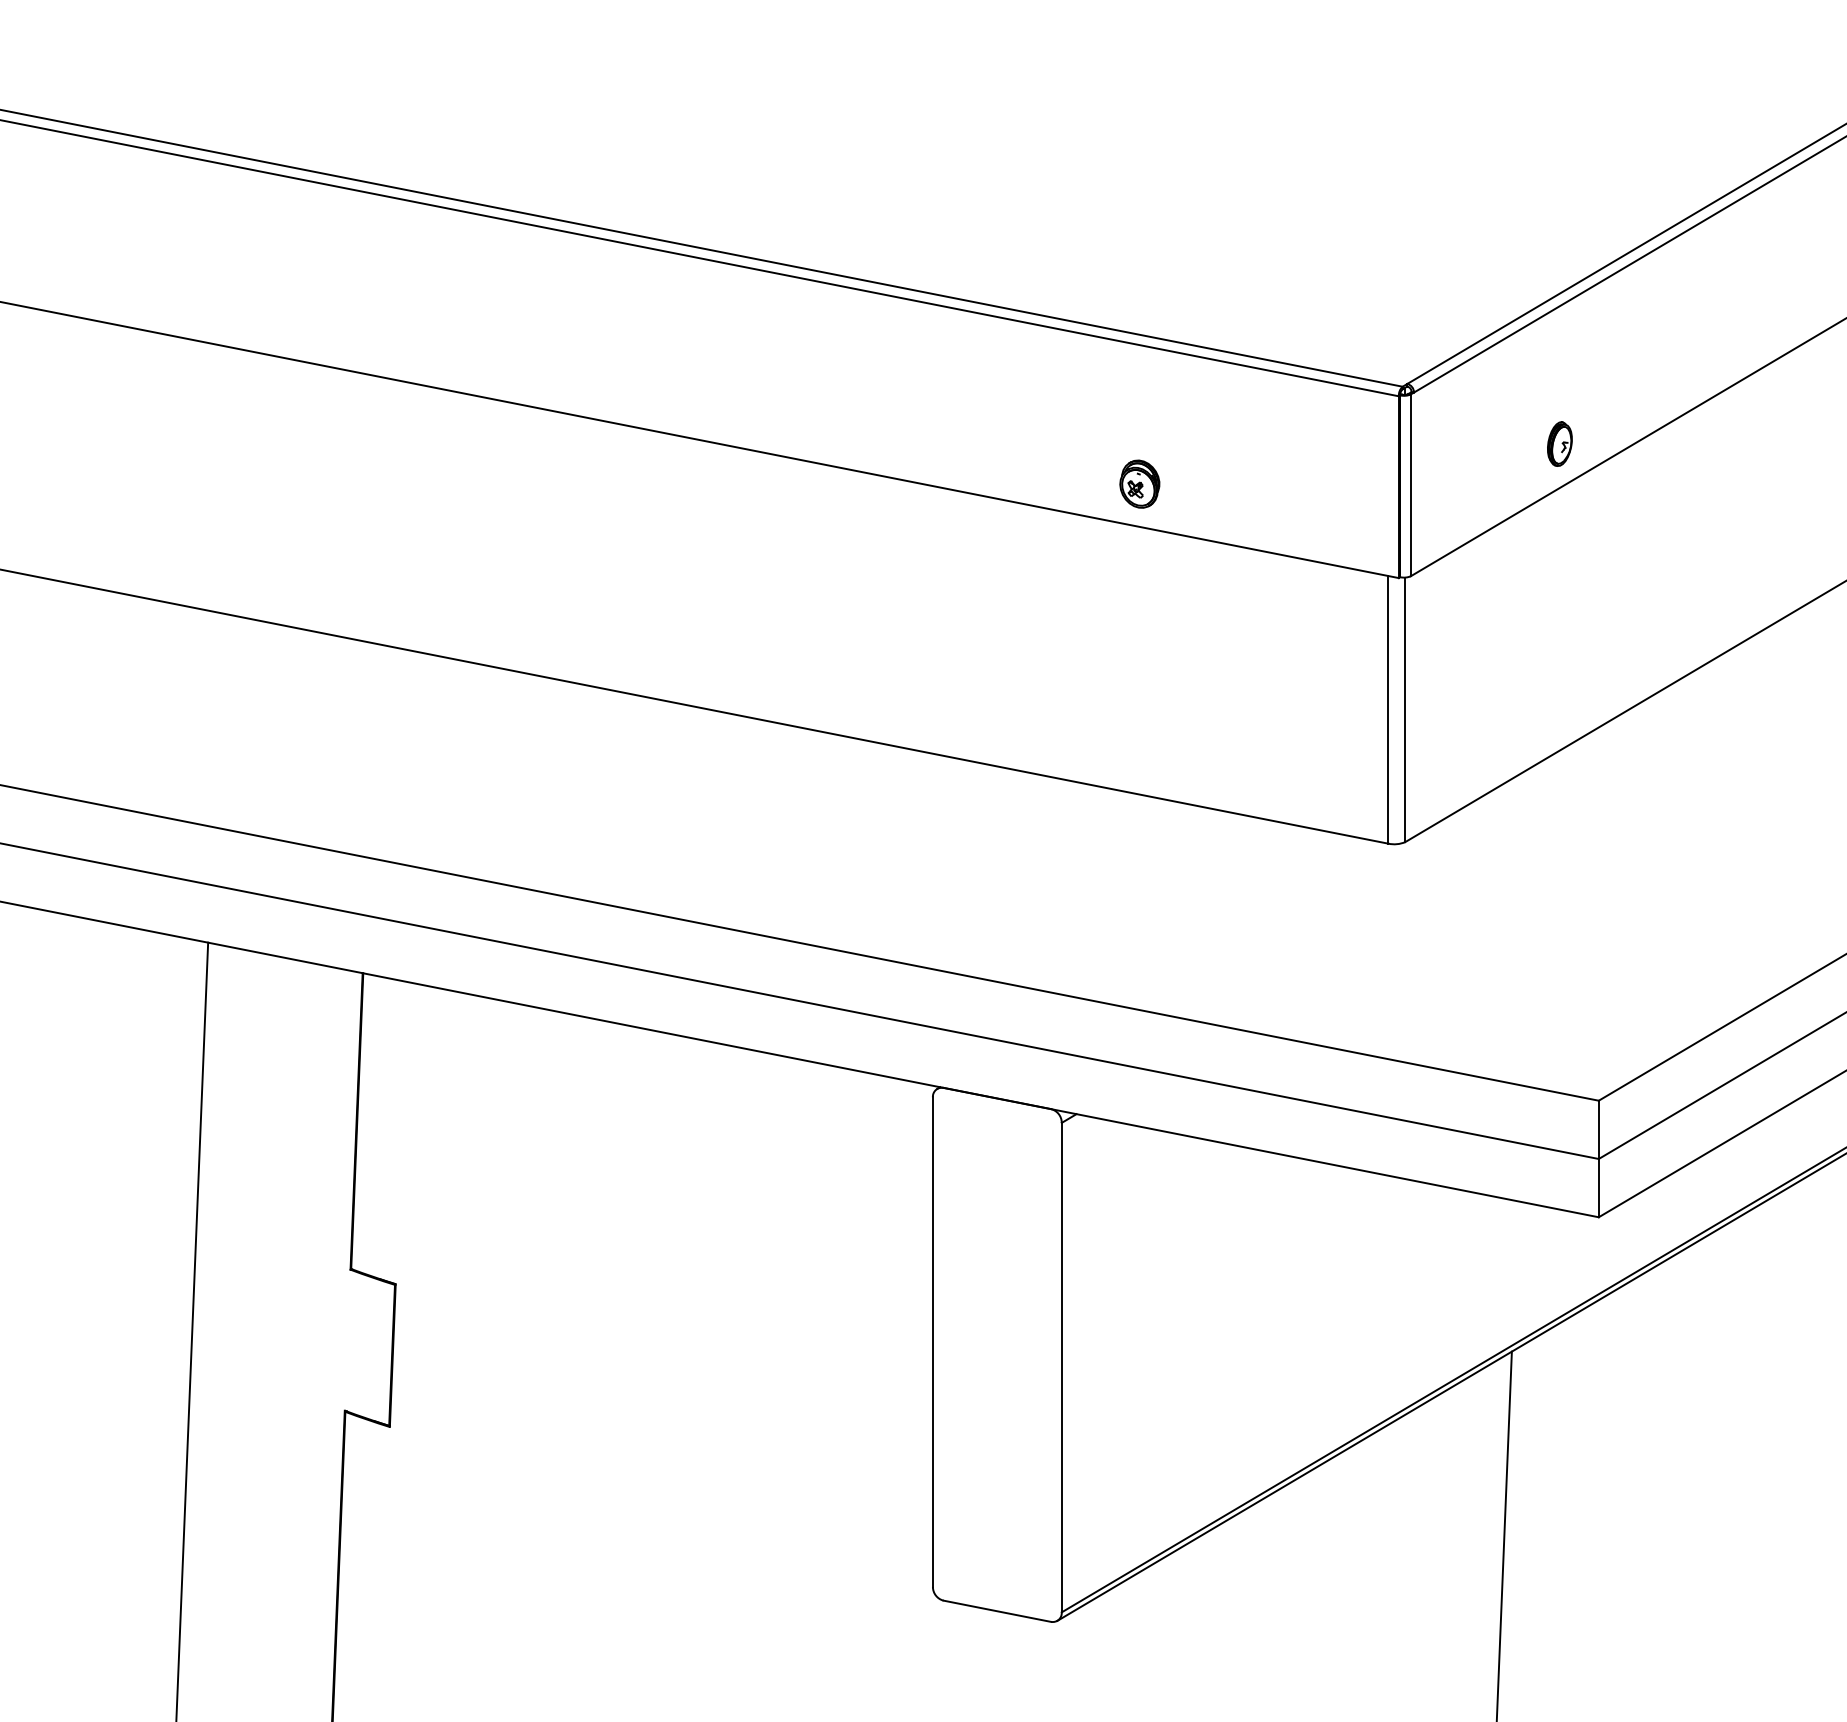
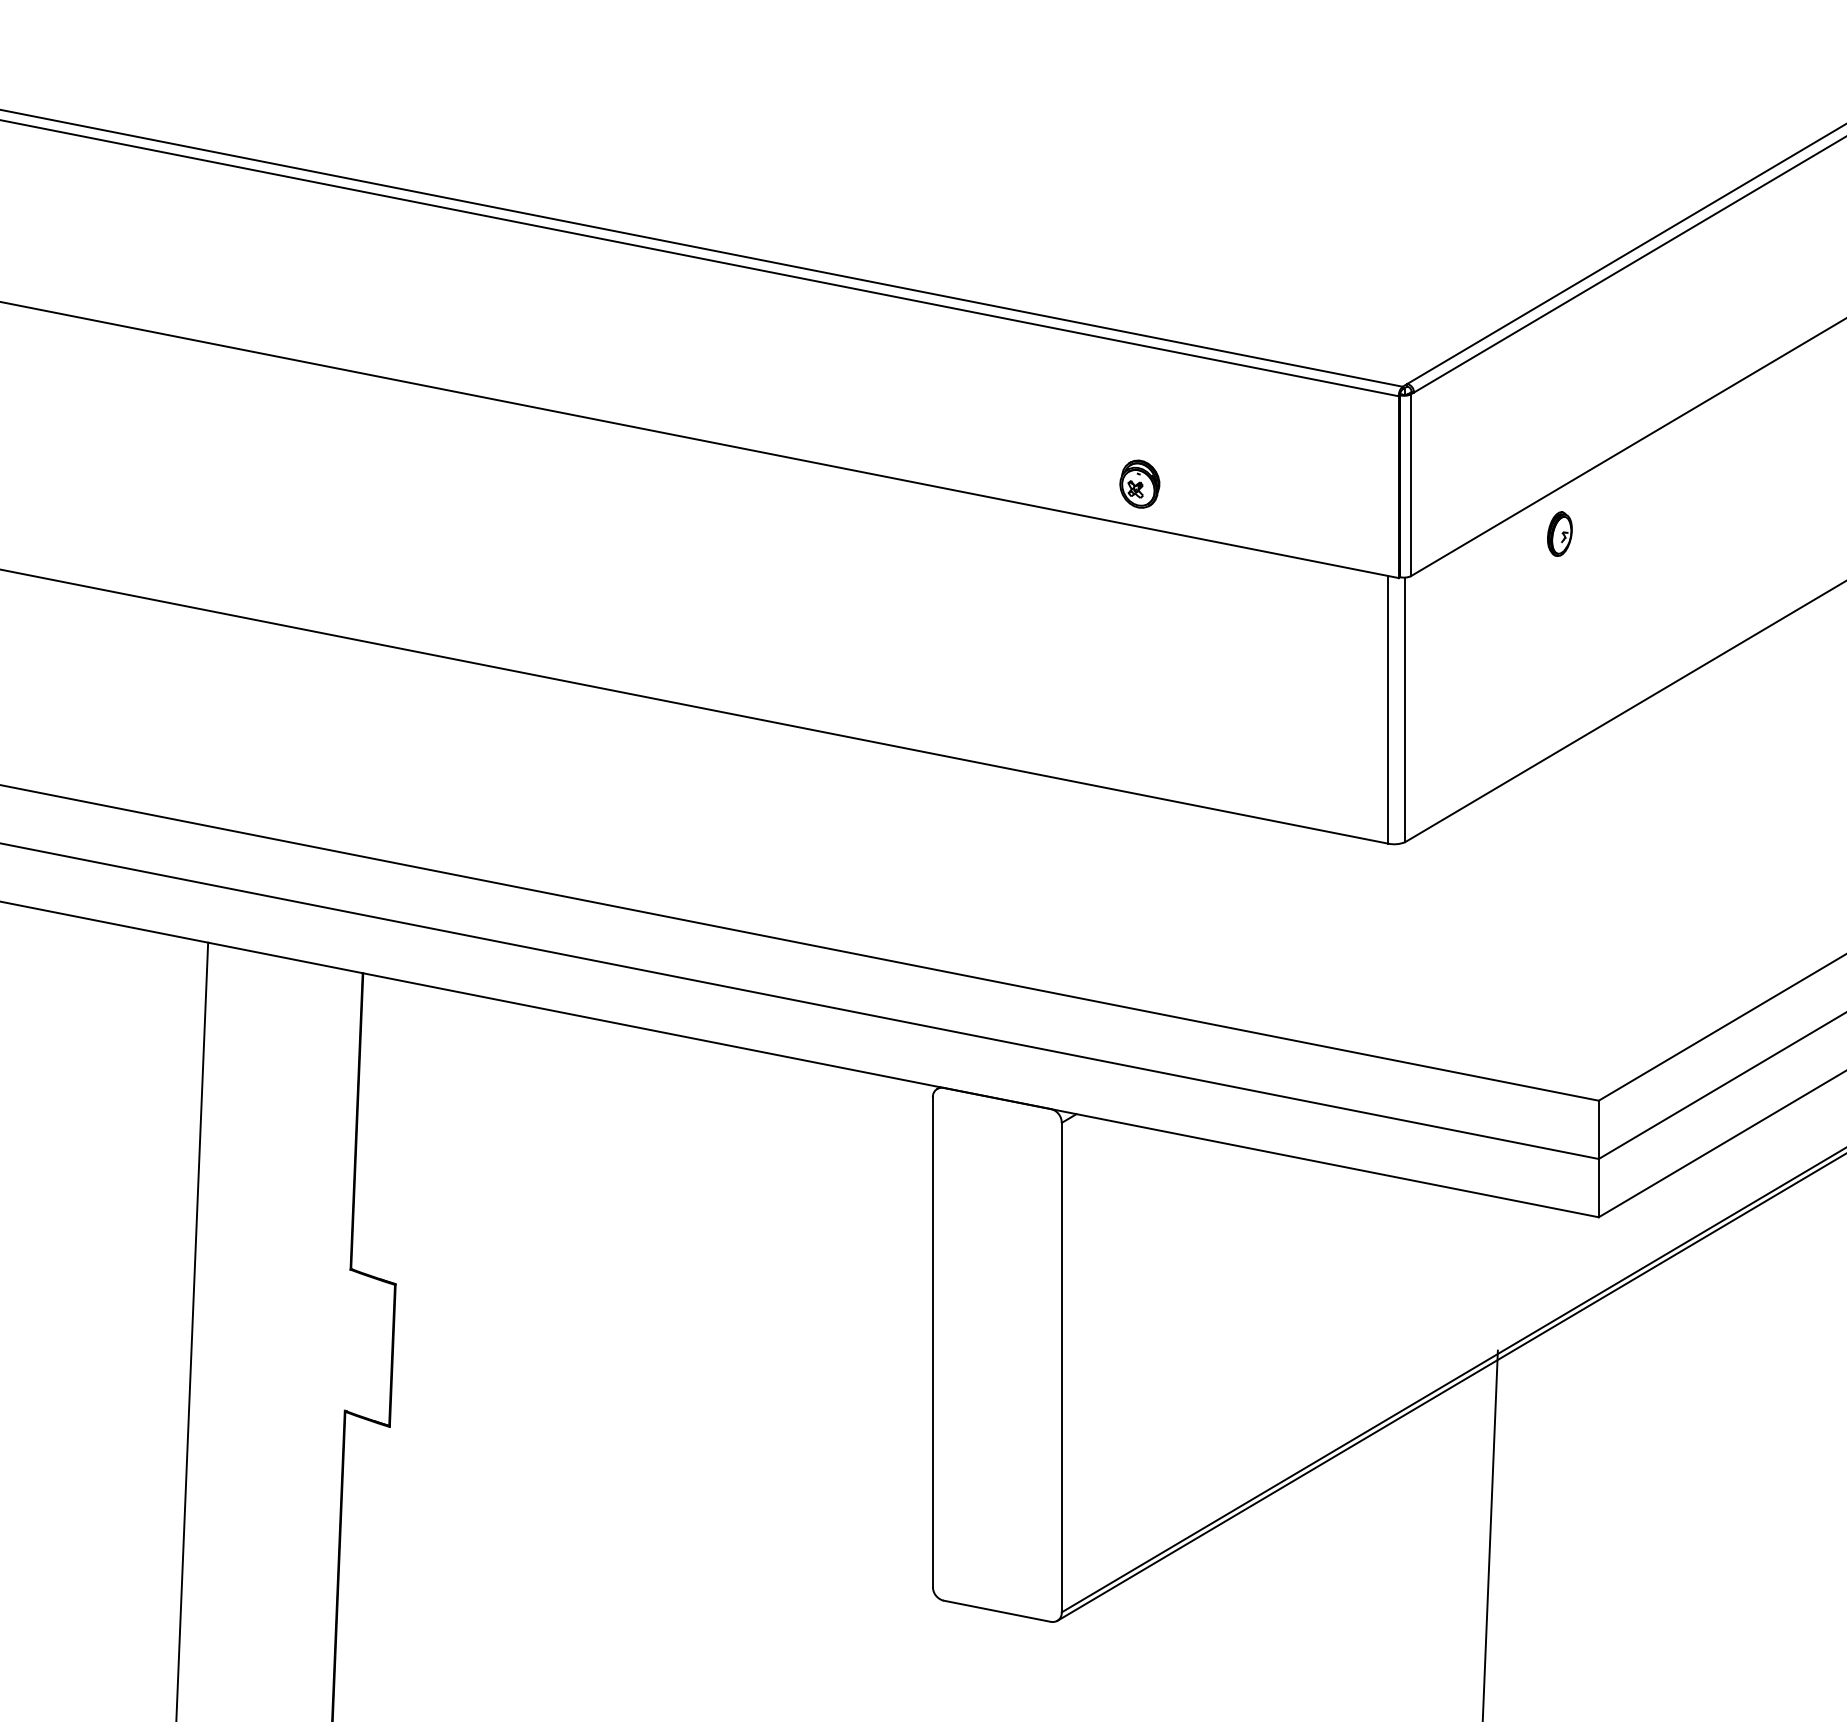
part at (1559, 443) position: (1559, 443) -> (1559, 533)
line at (1503, 1534) position: (1503, 1534) -> (1489, 1534)
